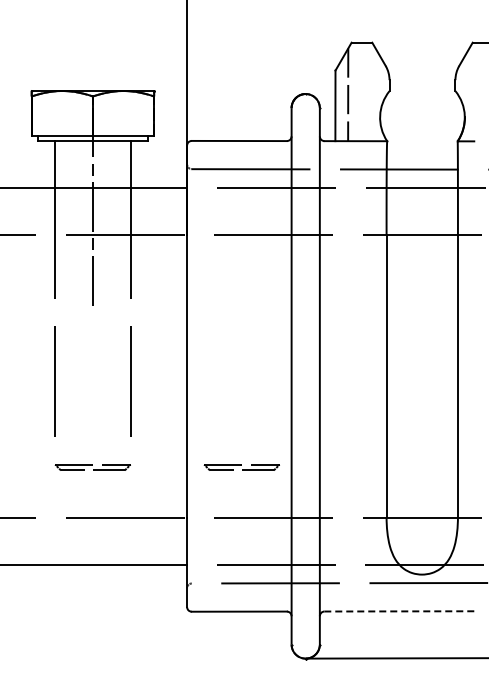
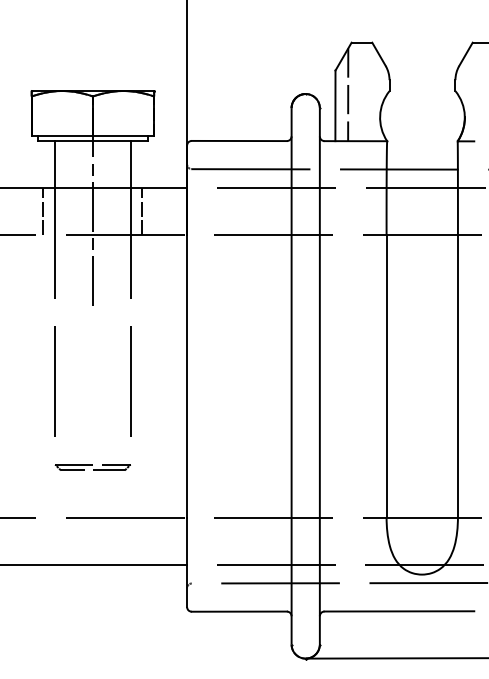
line at (43, 211): none -> present
line at (142, 211): none -> present
part at (241, 467): present -> none
line at (399, 611): dashed -> solid
